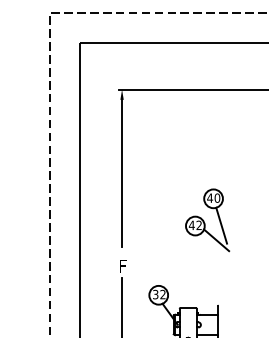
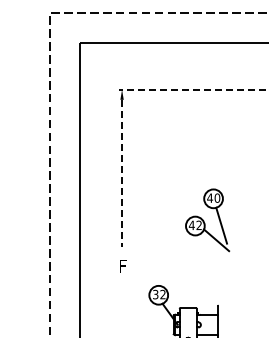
line at (193, 89): solid -> dashed
line at (122, 173): solid -> dashed
line at (122, 305): present -> none
